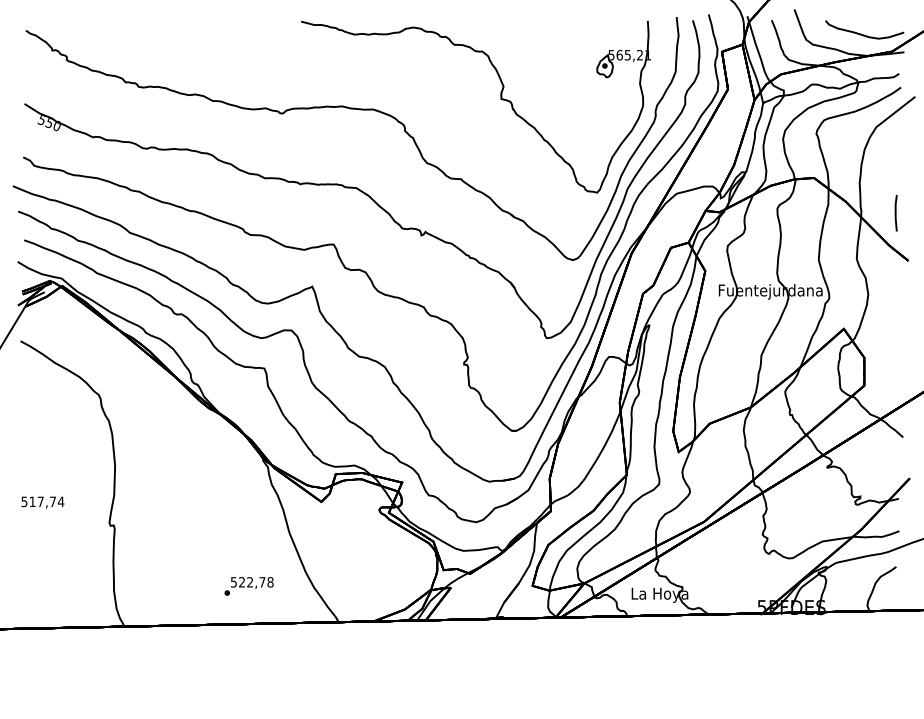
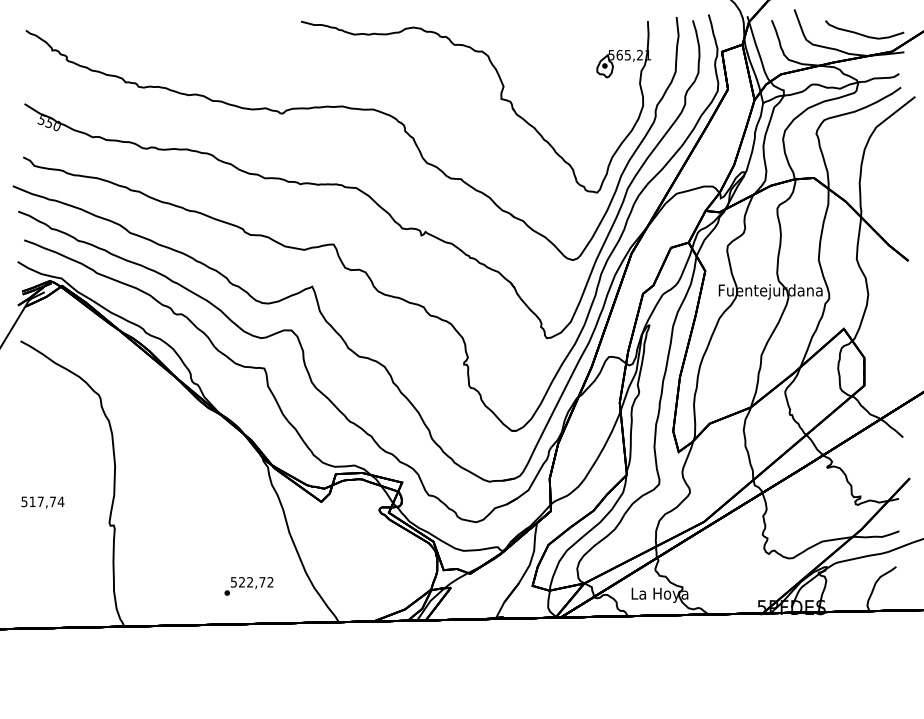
line at (895, 213): present -> none
text at (270, 582): 522,78 -> 522,72
